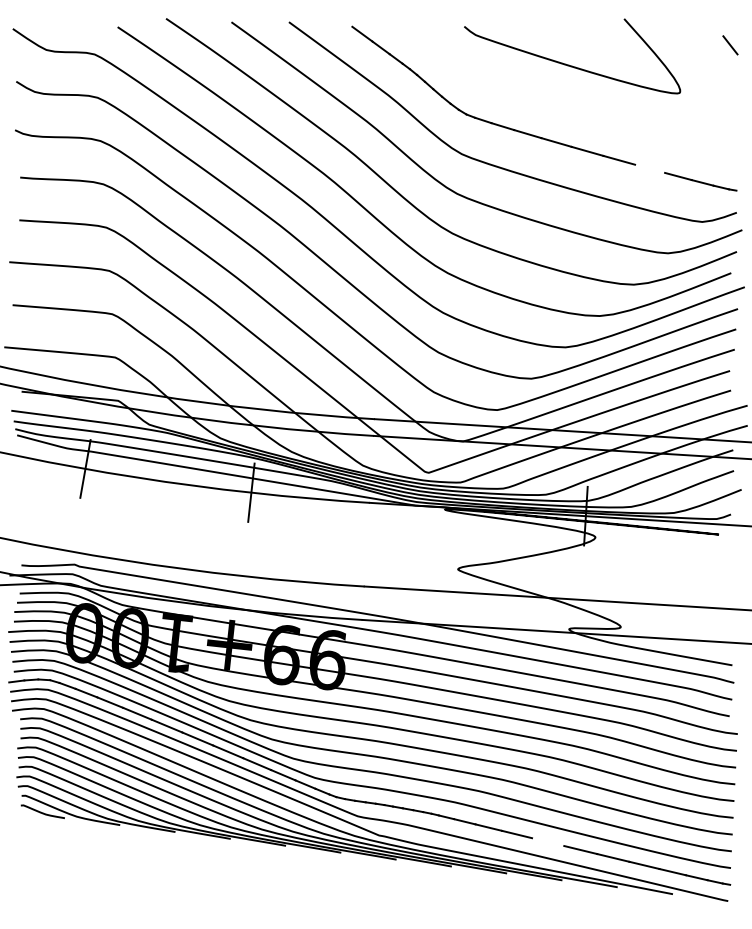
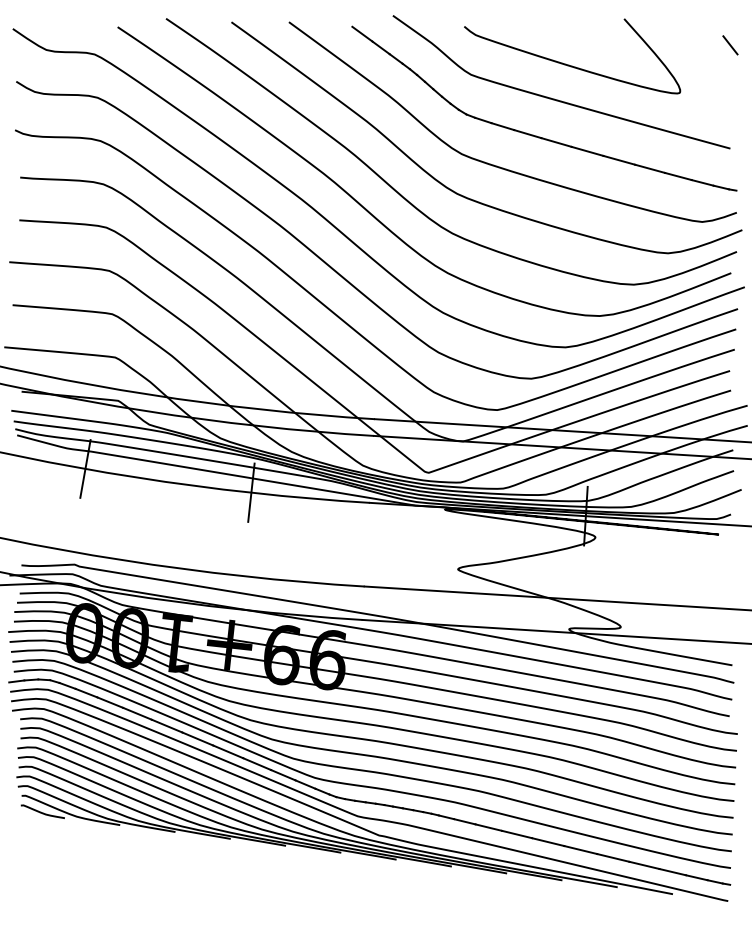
curve at (558, 99): none -> present
line at (650, 168): none -> present
line at (548, 842): none -> present
